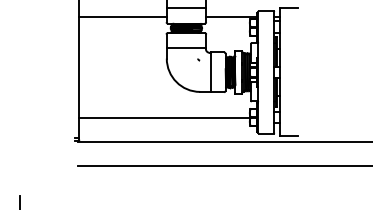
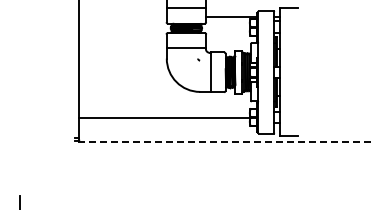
line at (122, 17): present -> none
line at (225, 142): solid -> dashed
line at (223, 165): present -> none
